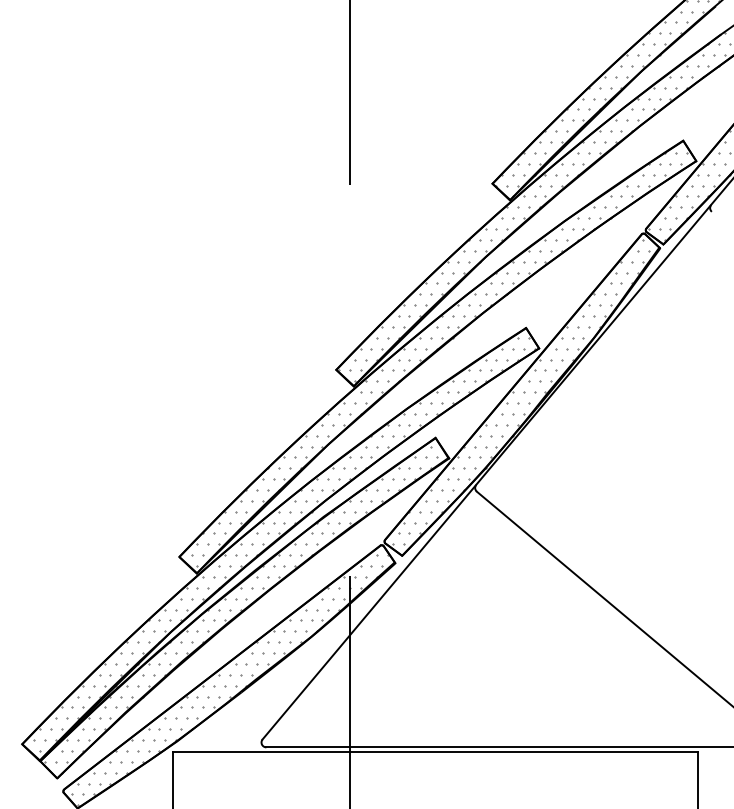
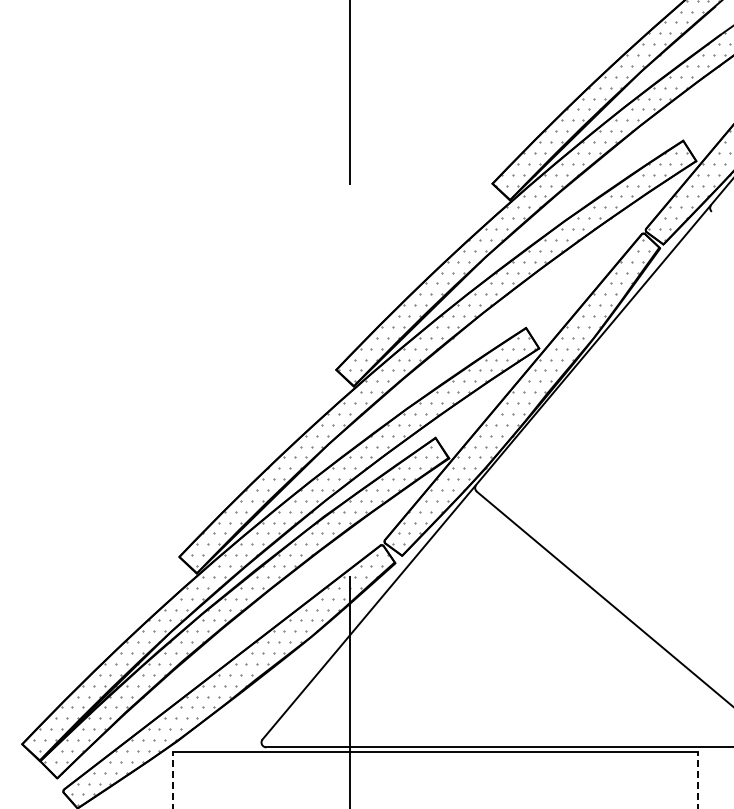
line at (173, 779): solid -> dashed
line at (697, 779): solid -> dashed
